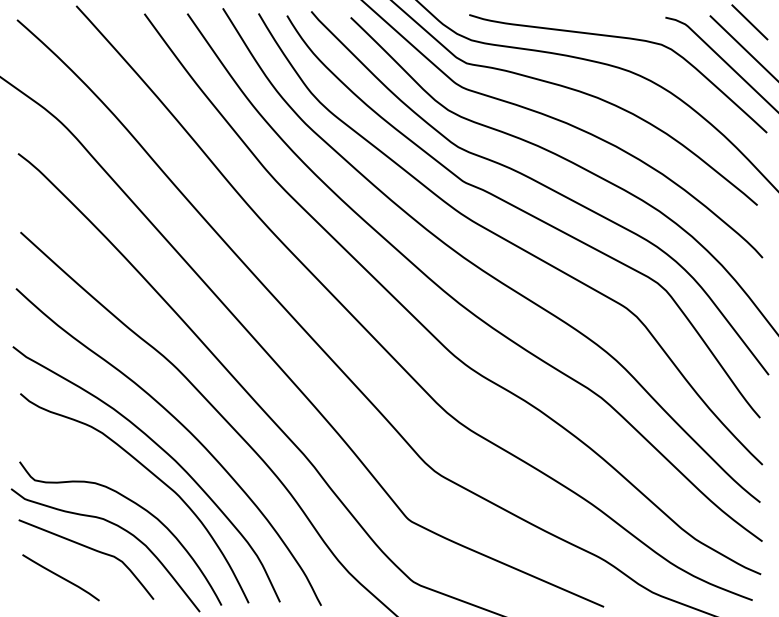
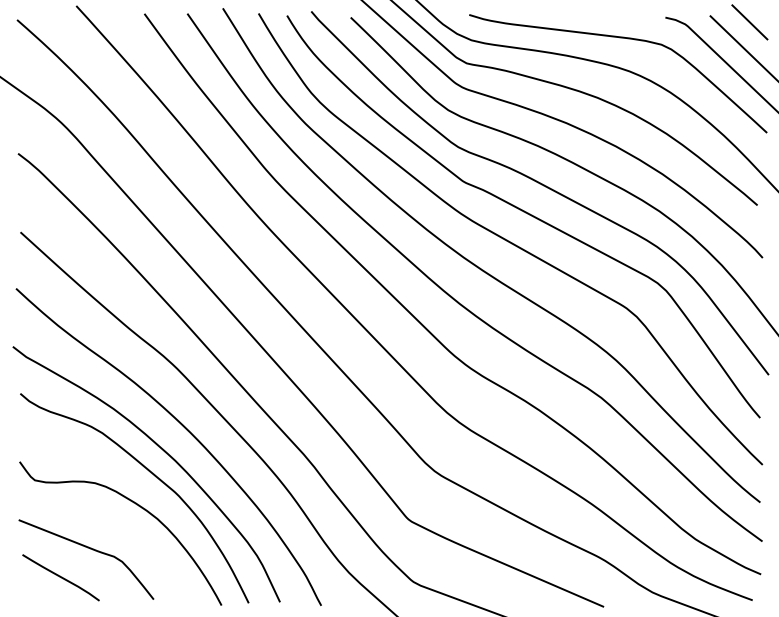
curve at (116, 526): present -> none
